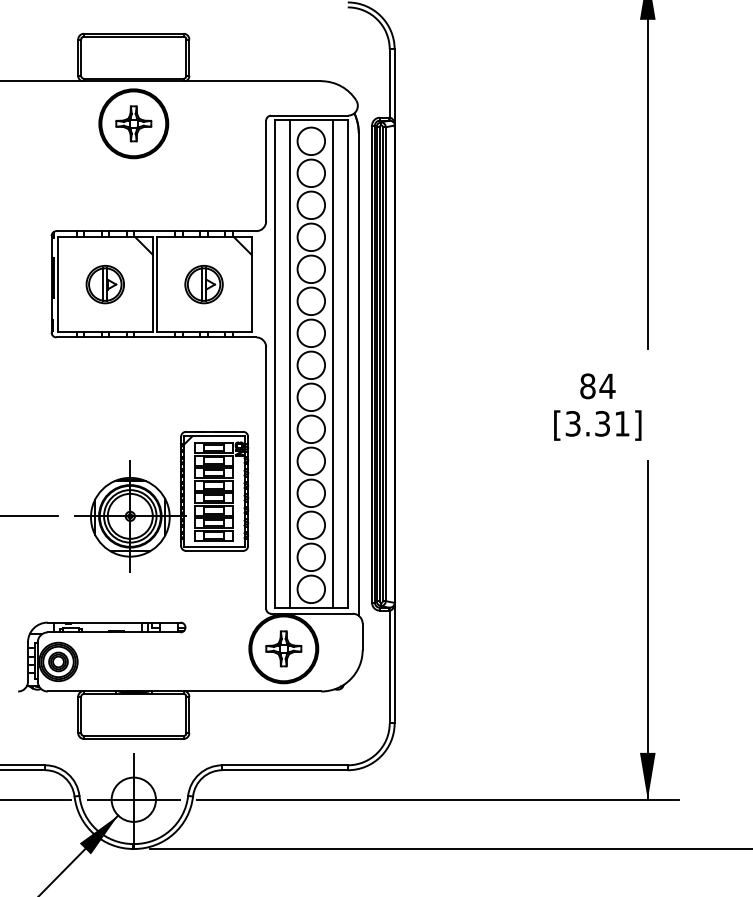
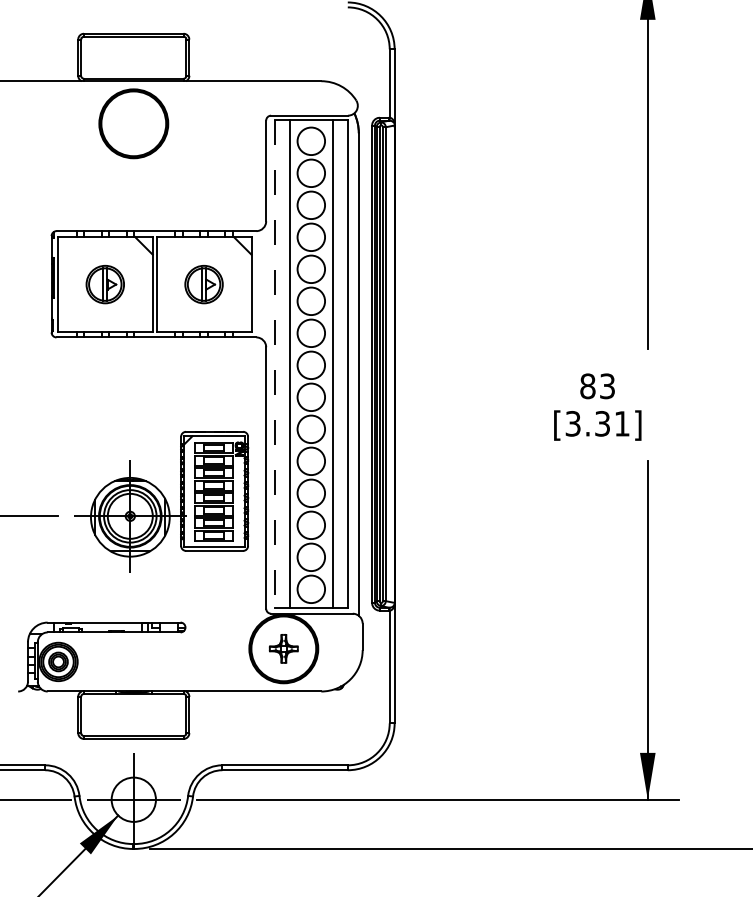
part at (133, 123): present -> none
line at (275, 364): solid -> dashed
text at (607, 386): 84 -> 83
part at (283, 648) size: 38x38 px -> 31x30 px
